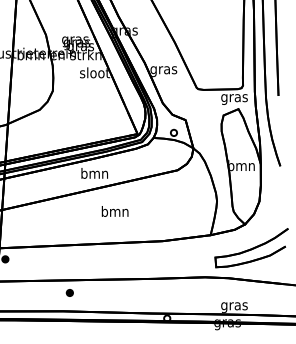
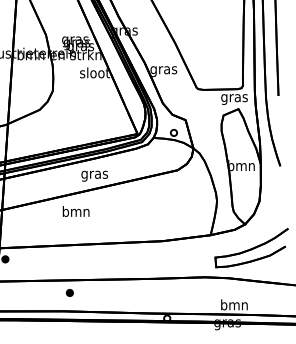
text at (94, 174): bmn -> gras
text at (114, 211) position: (114, 211) -> (75, 211)
text at (234, 305): gras -> bmn
